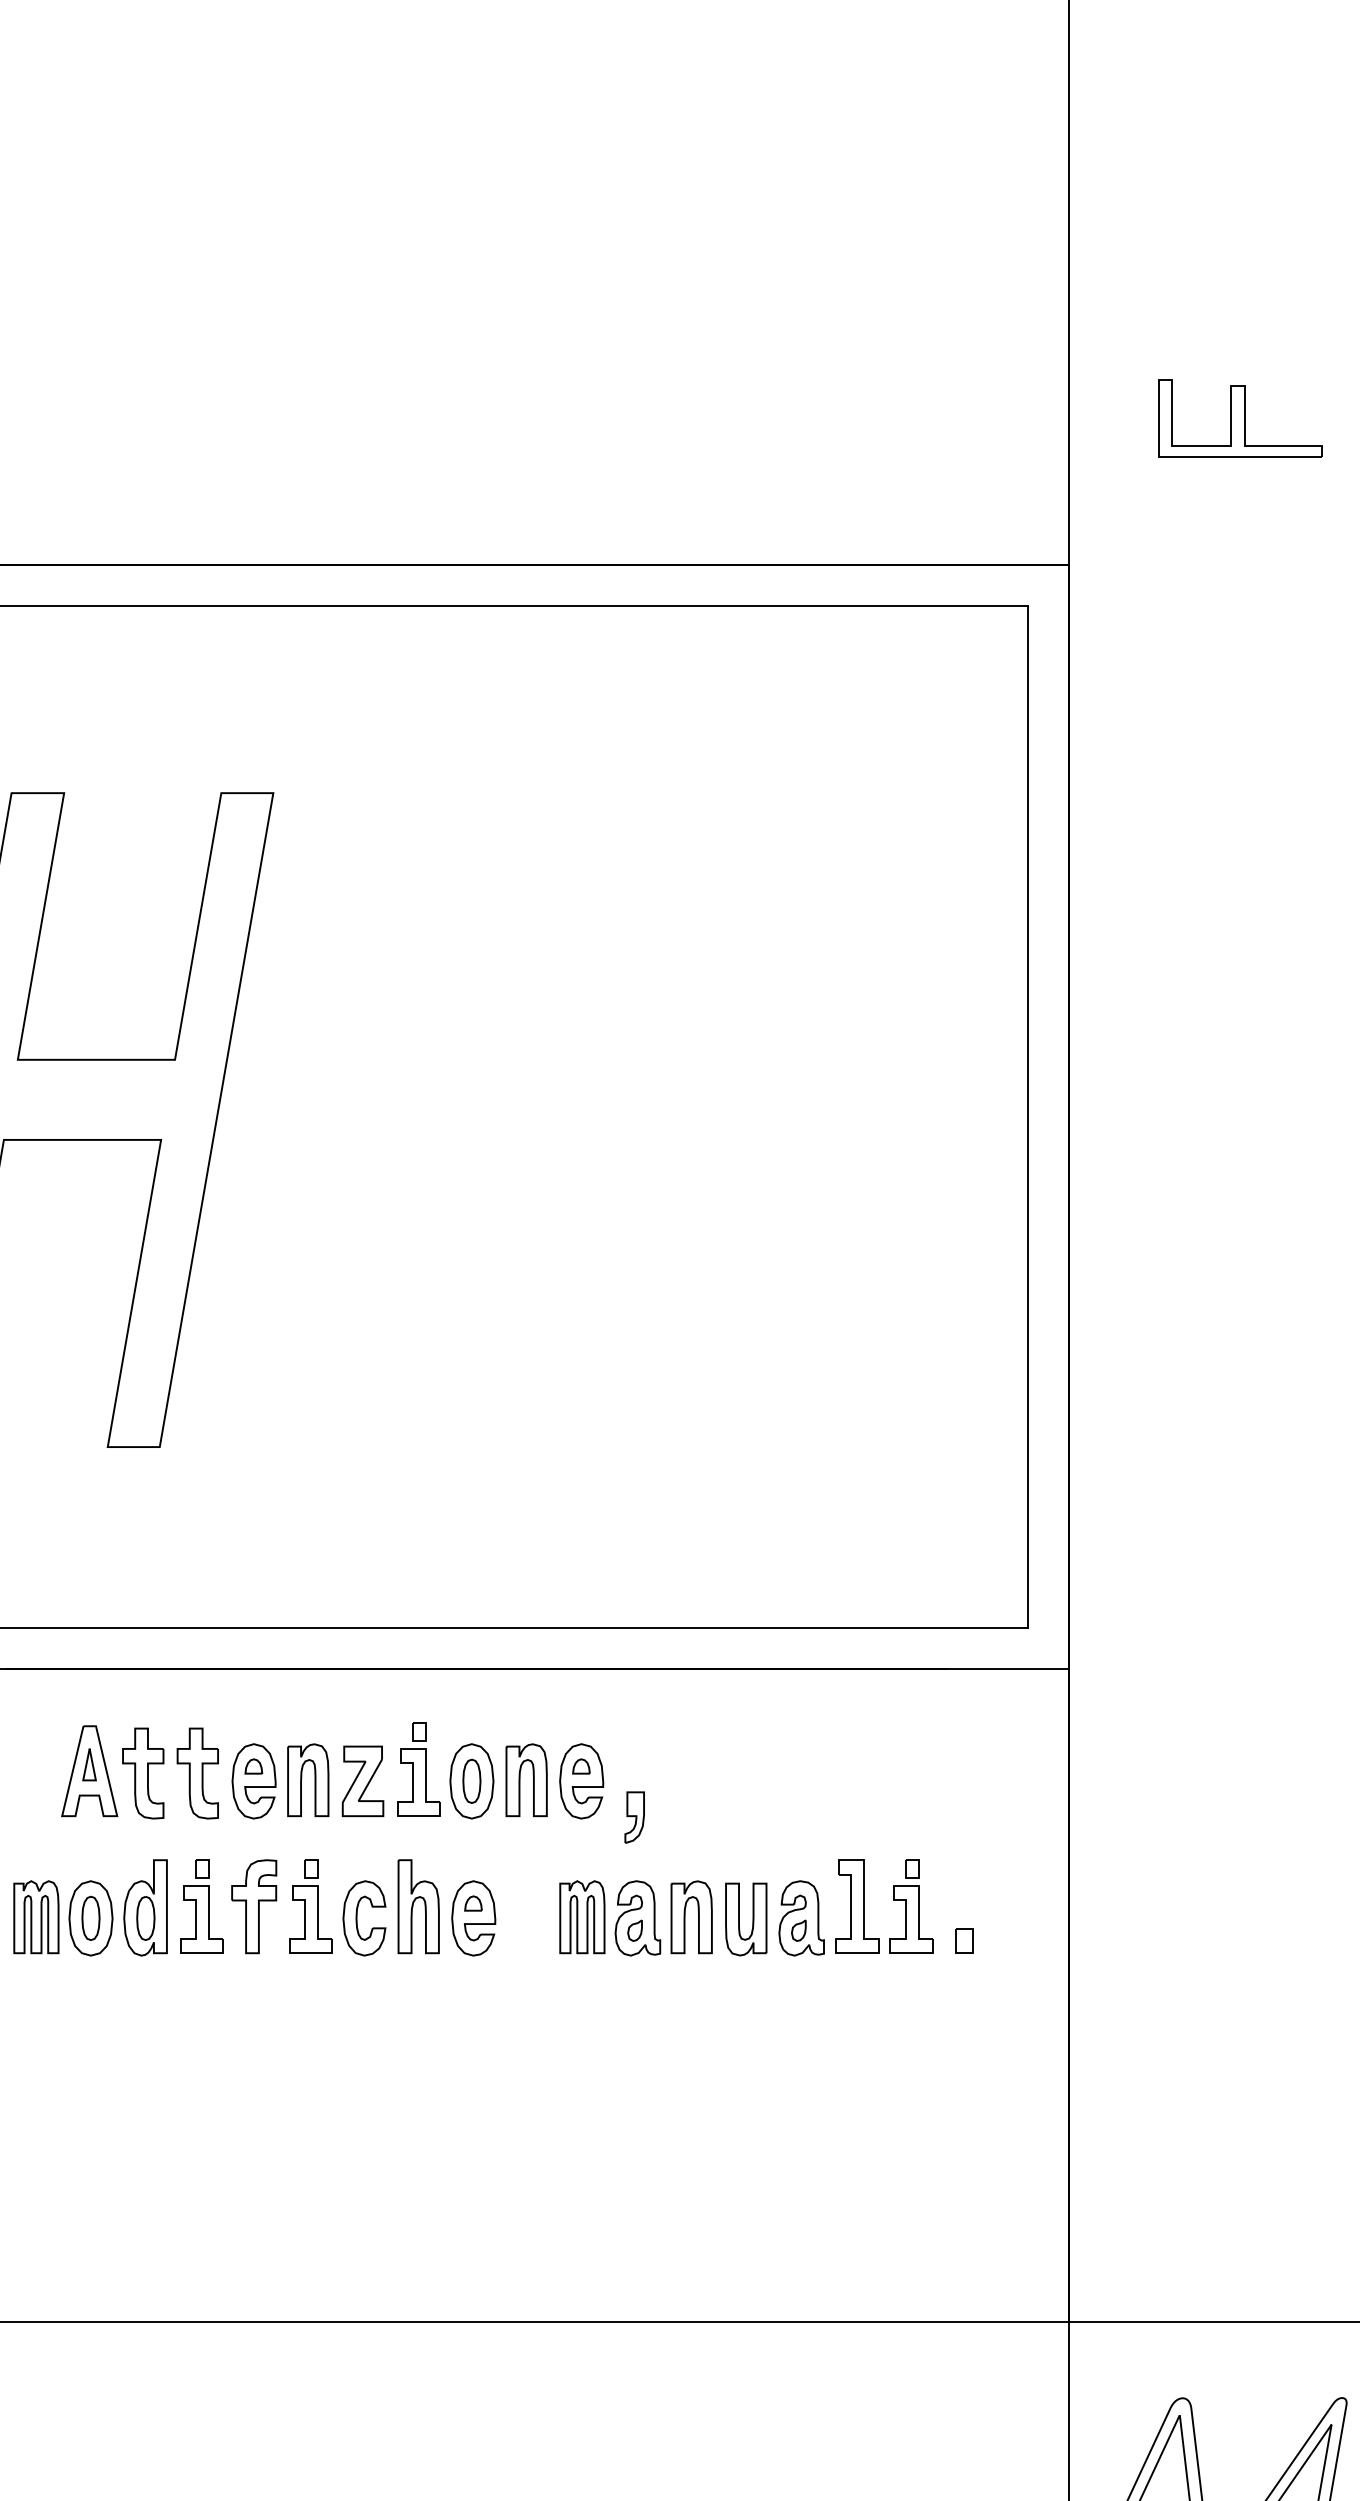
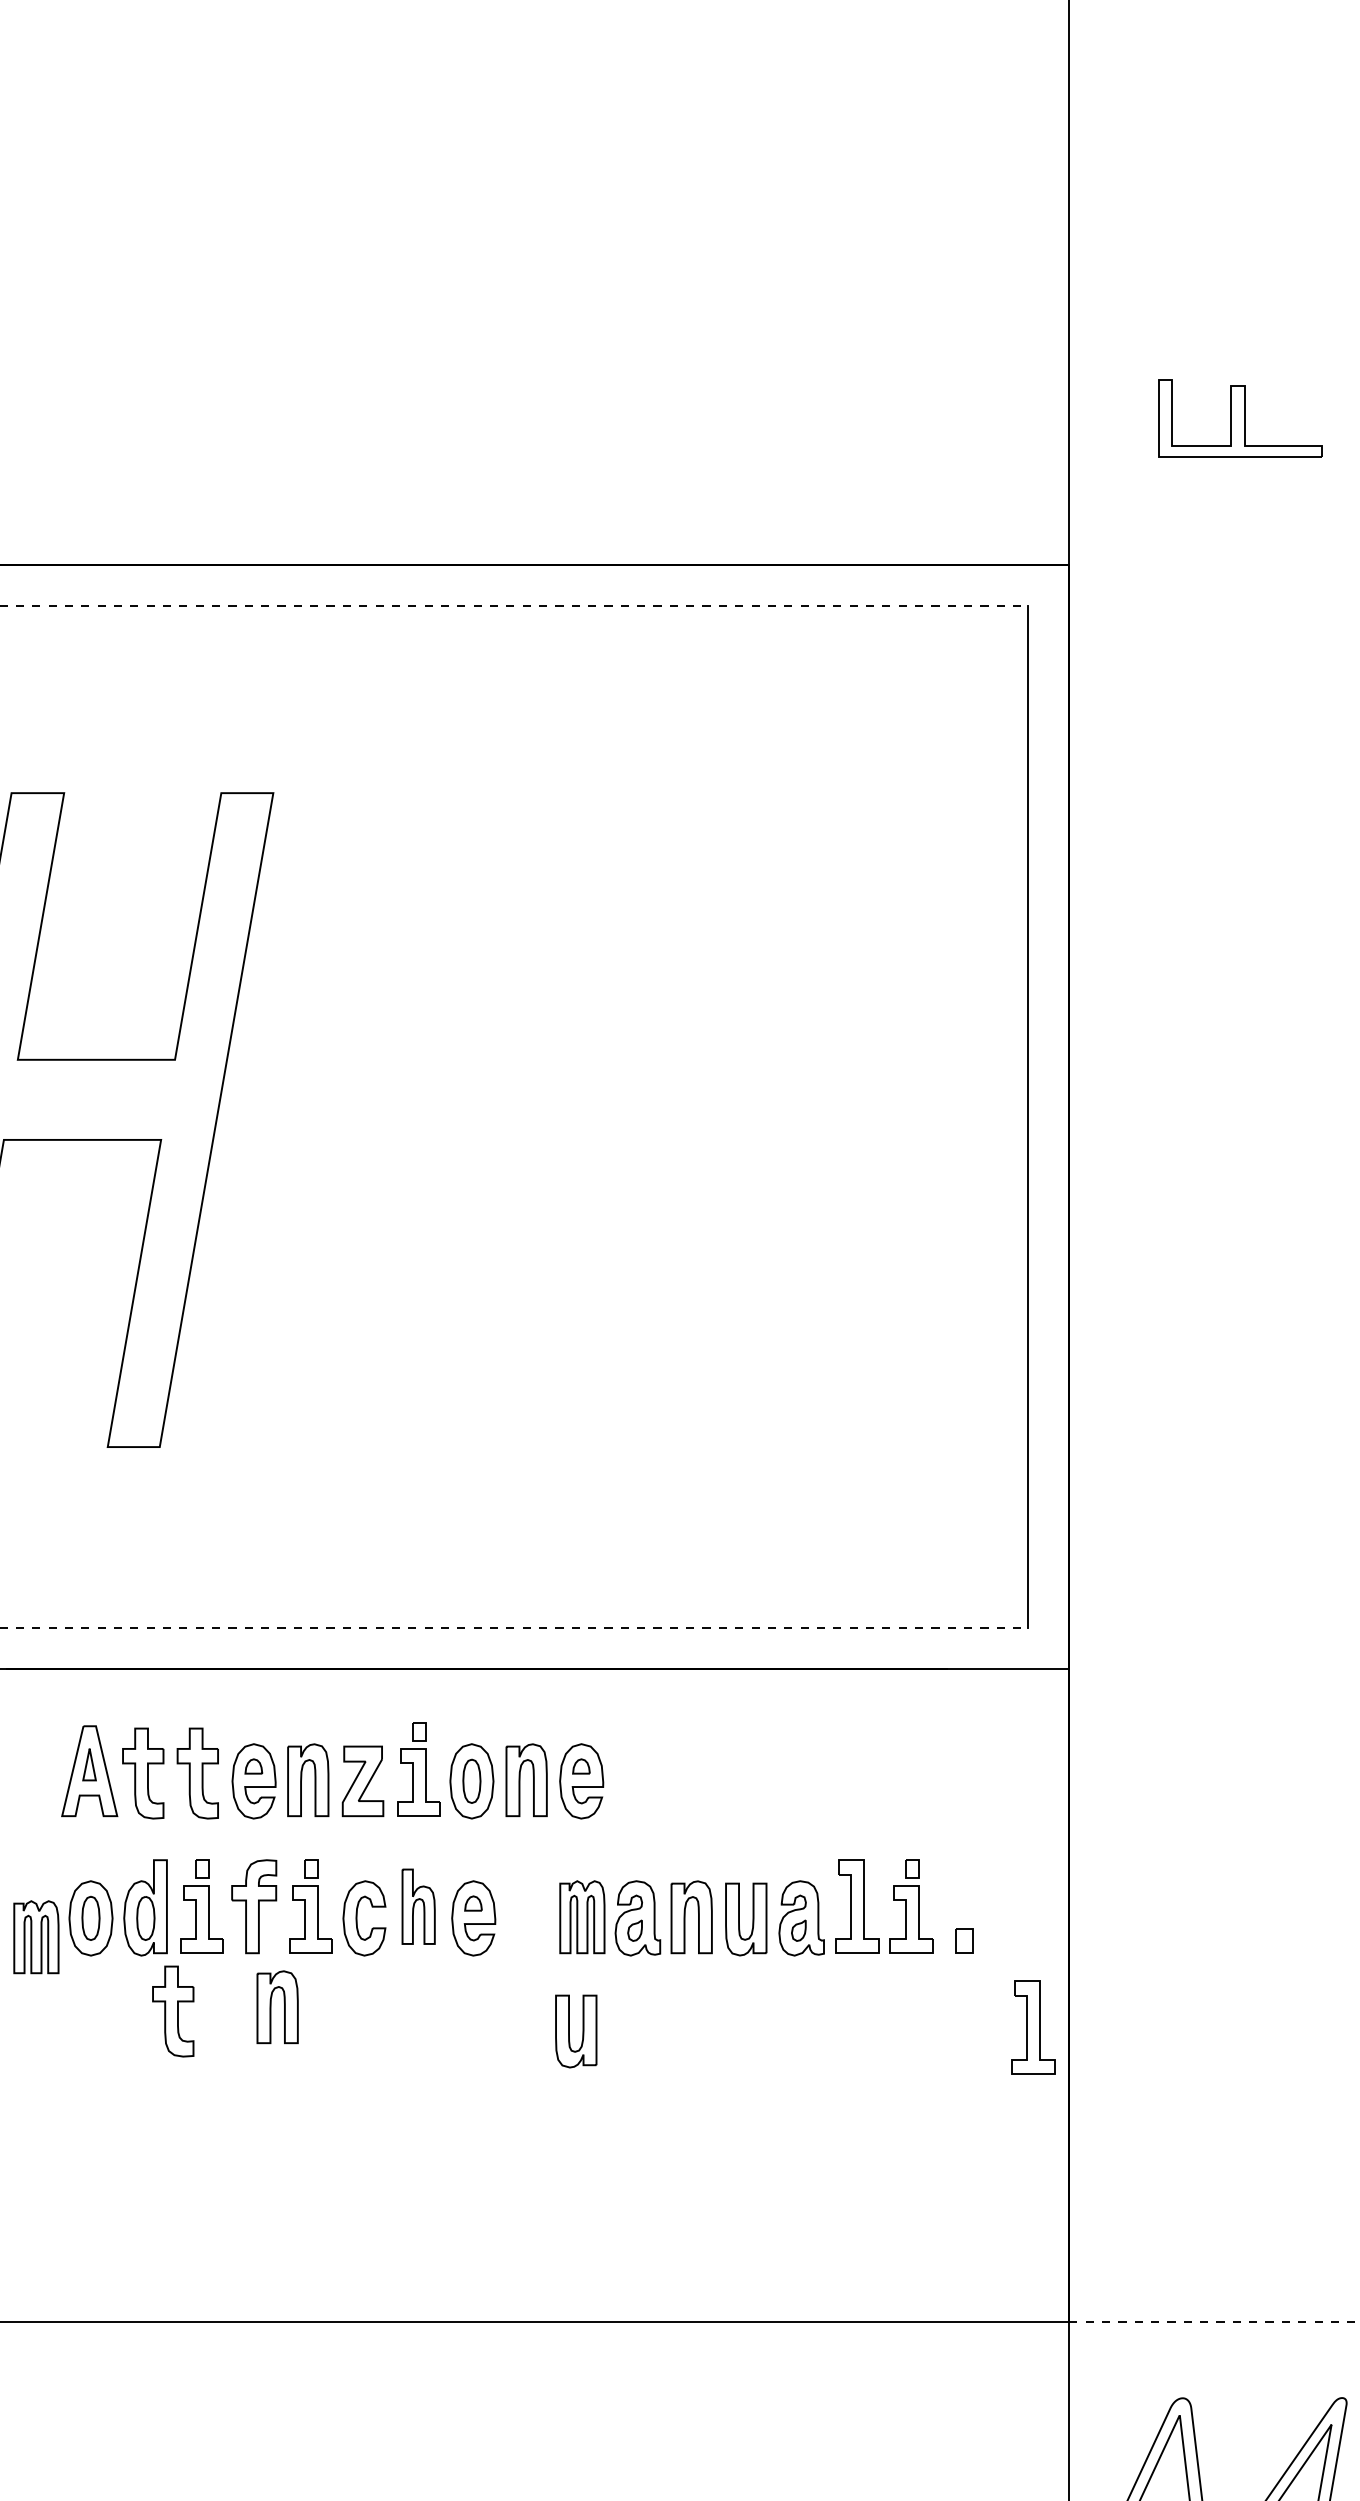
line at (514, 605): solid -> dashed
line at (514, 1627): solid -> dashed
part at (634, 1817): present -> none
part at (418, 1906) size: 43x96 px -> 35x77 px
part at (36, 1917) position: (36, 1917) -> (36, 1937)
part at (277, 2007): none -> present
part at (173, 2011): none -> present
part at (1033, 2027): none -> present
part at (576, 2031): none -> present
line at (1214, 2322): solid -> dashed
